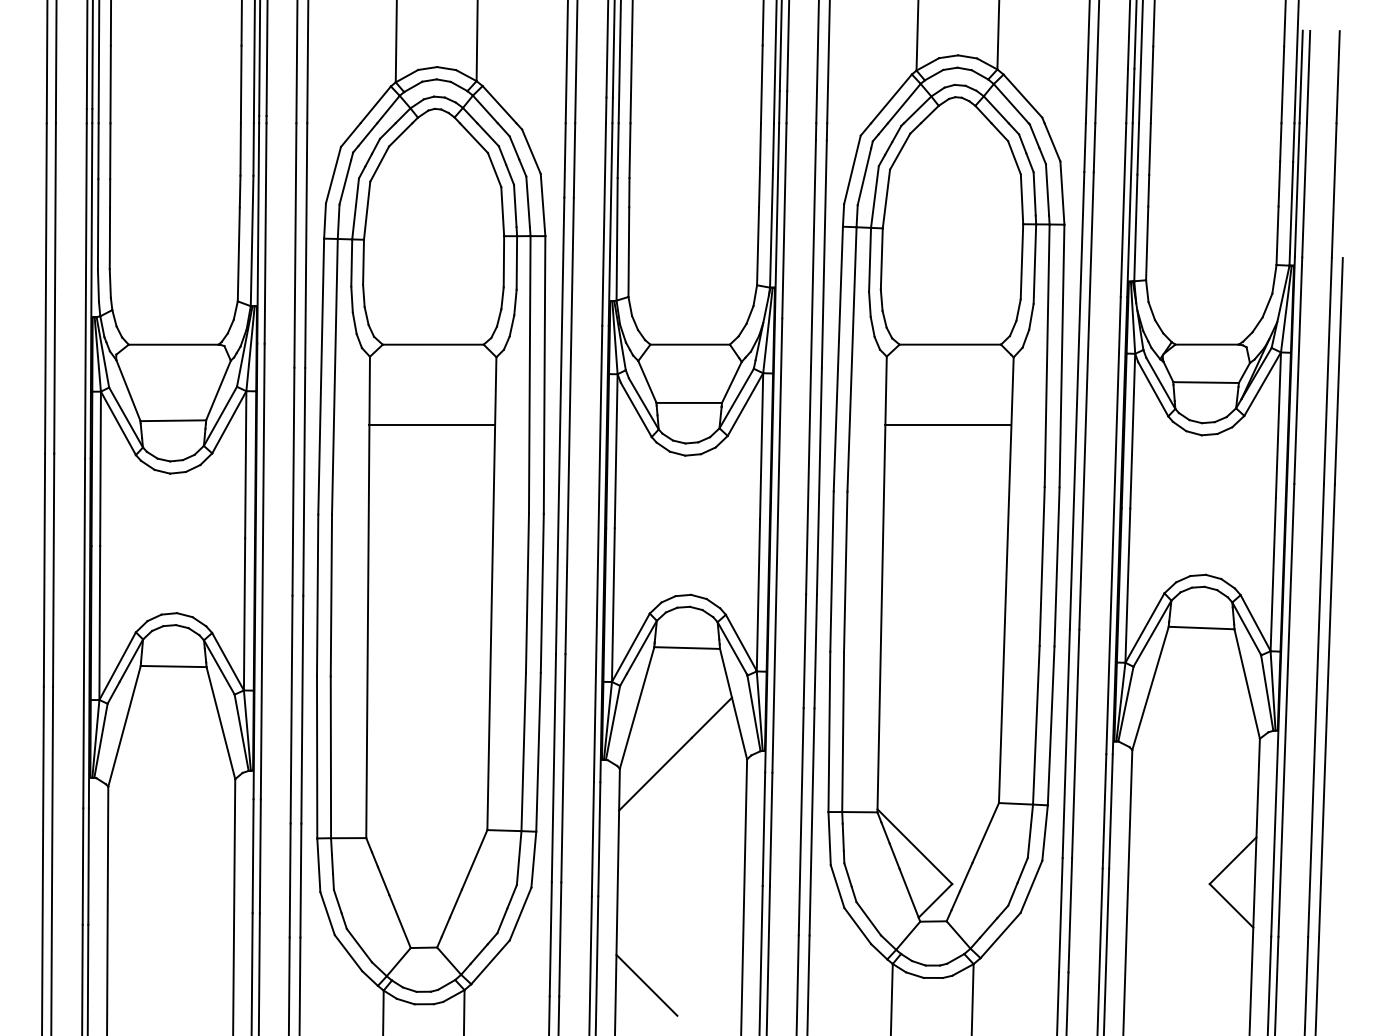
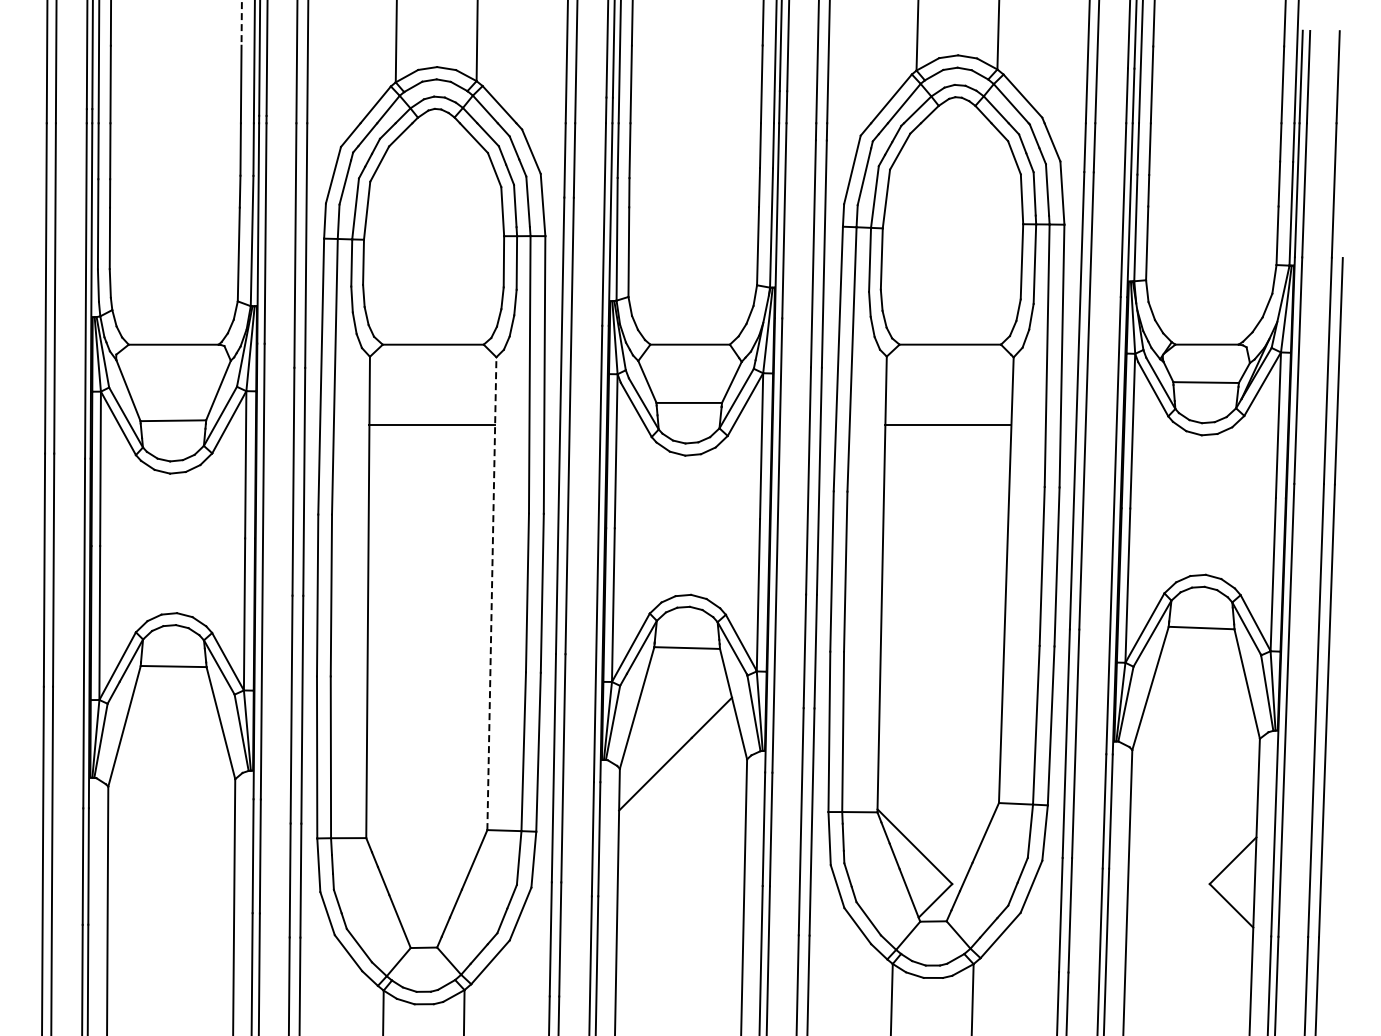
line at (241, 23): solid -> dashed
line at (491, 593): solid -> dashed
line at (646, 984): present -> none
